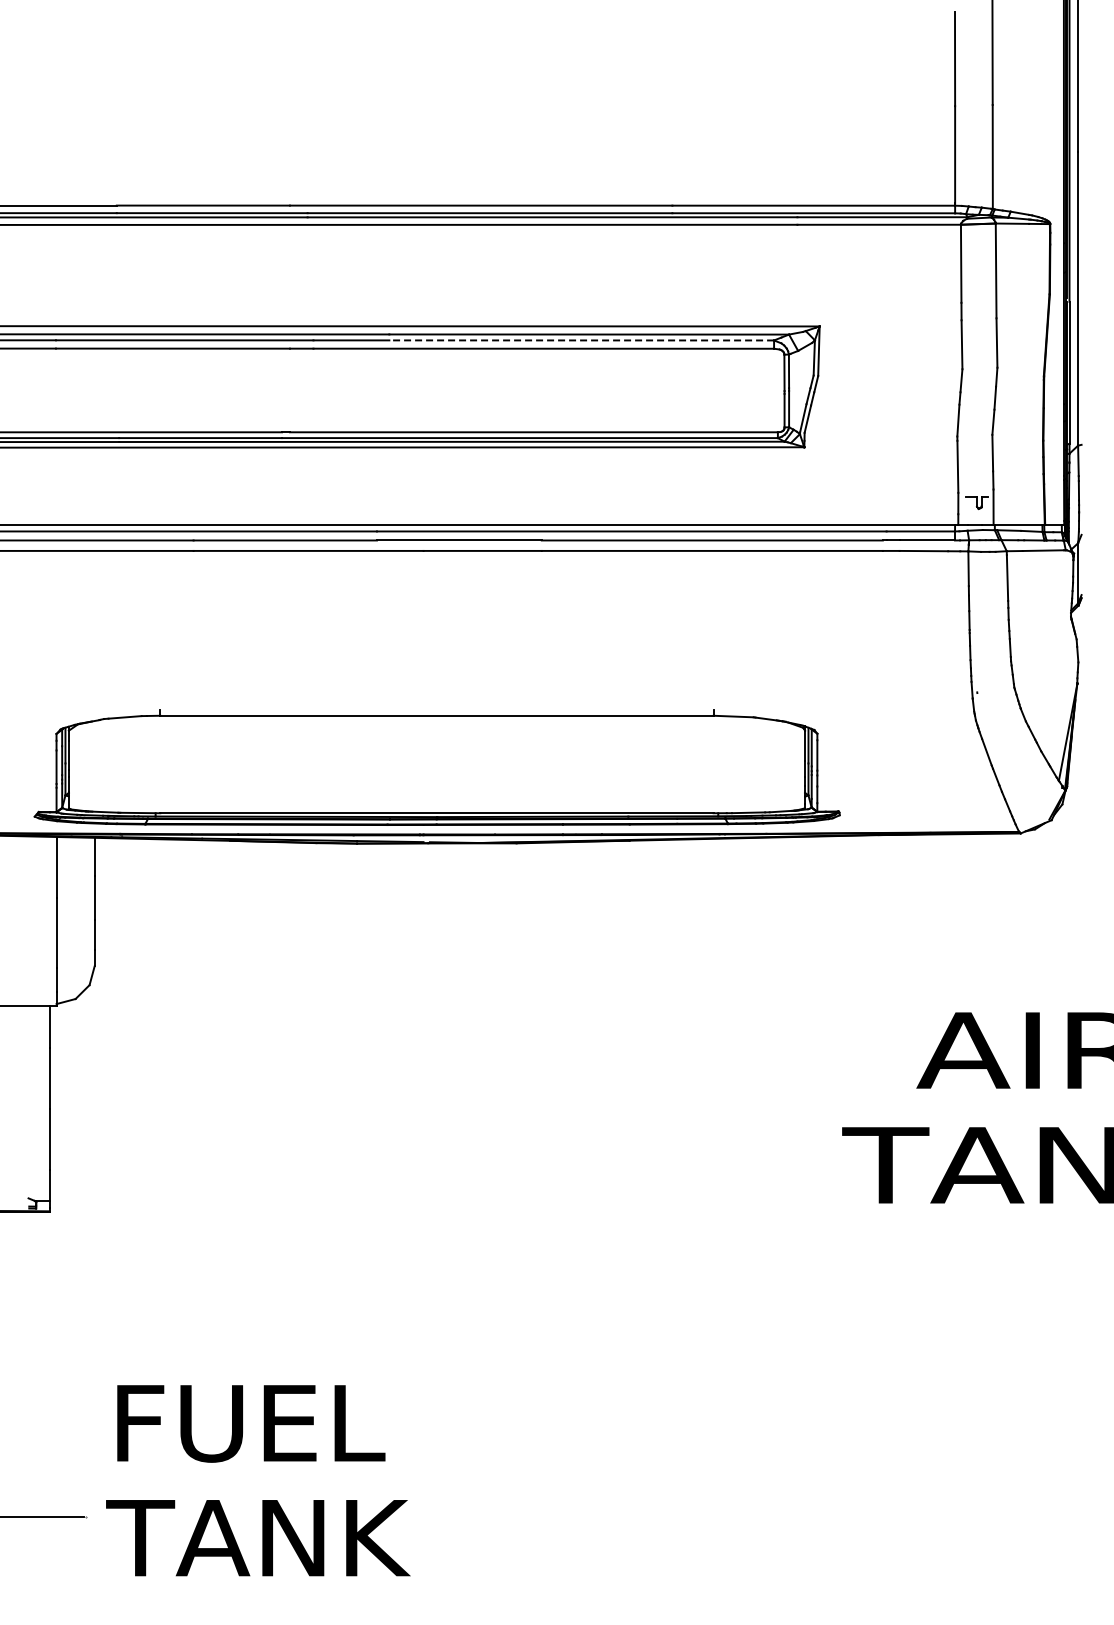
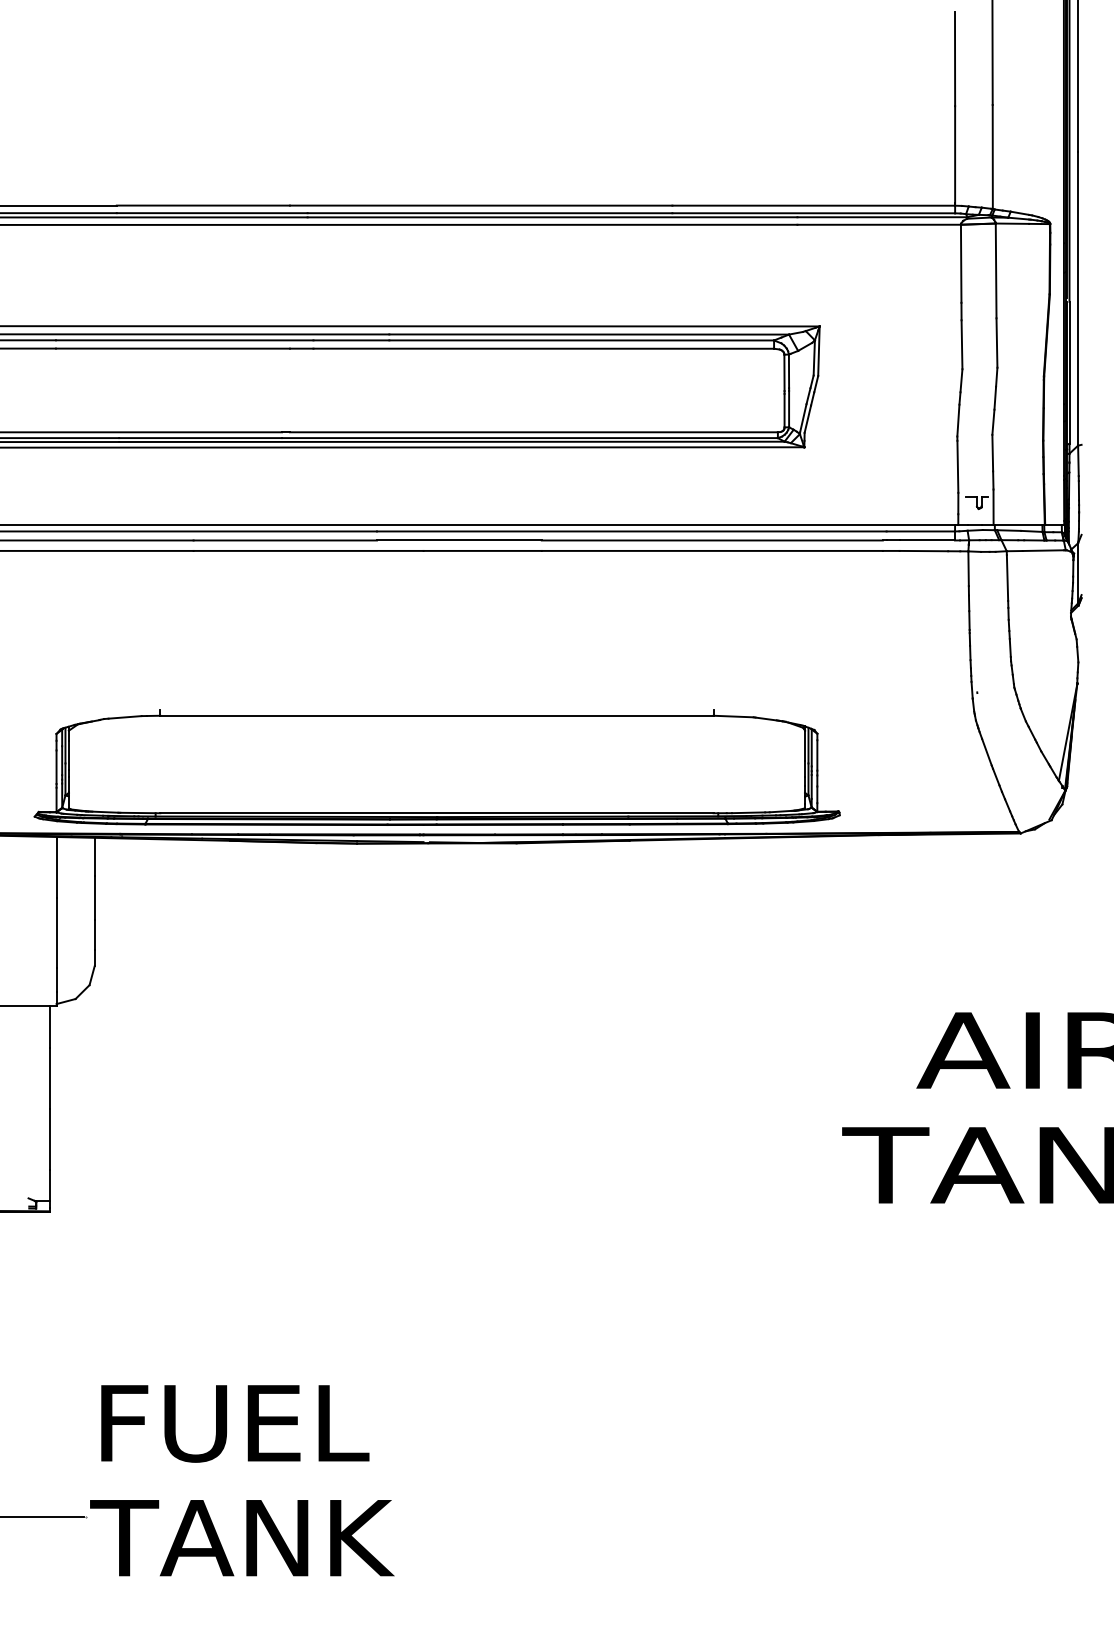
line at (581, 340): dashed -> solid
text at (258, 1480) position: (258, 1480) -> (242, 1480)
